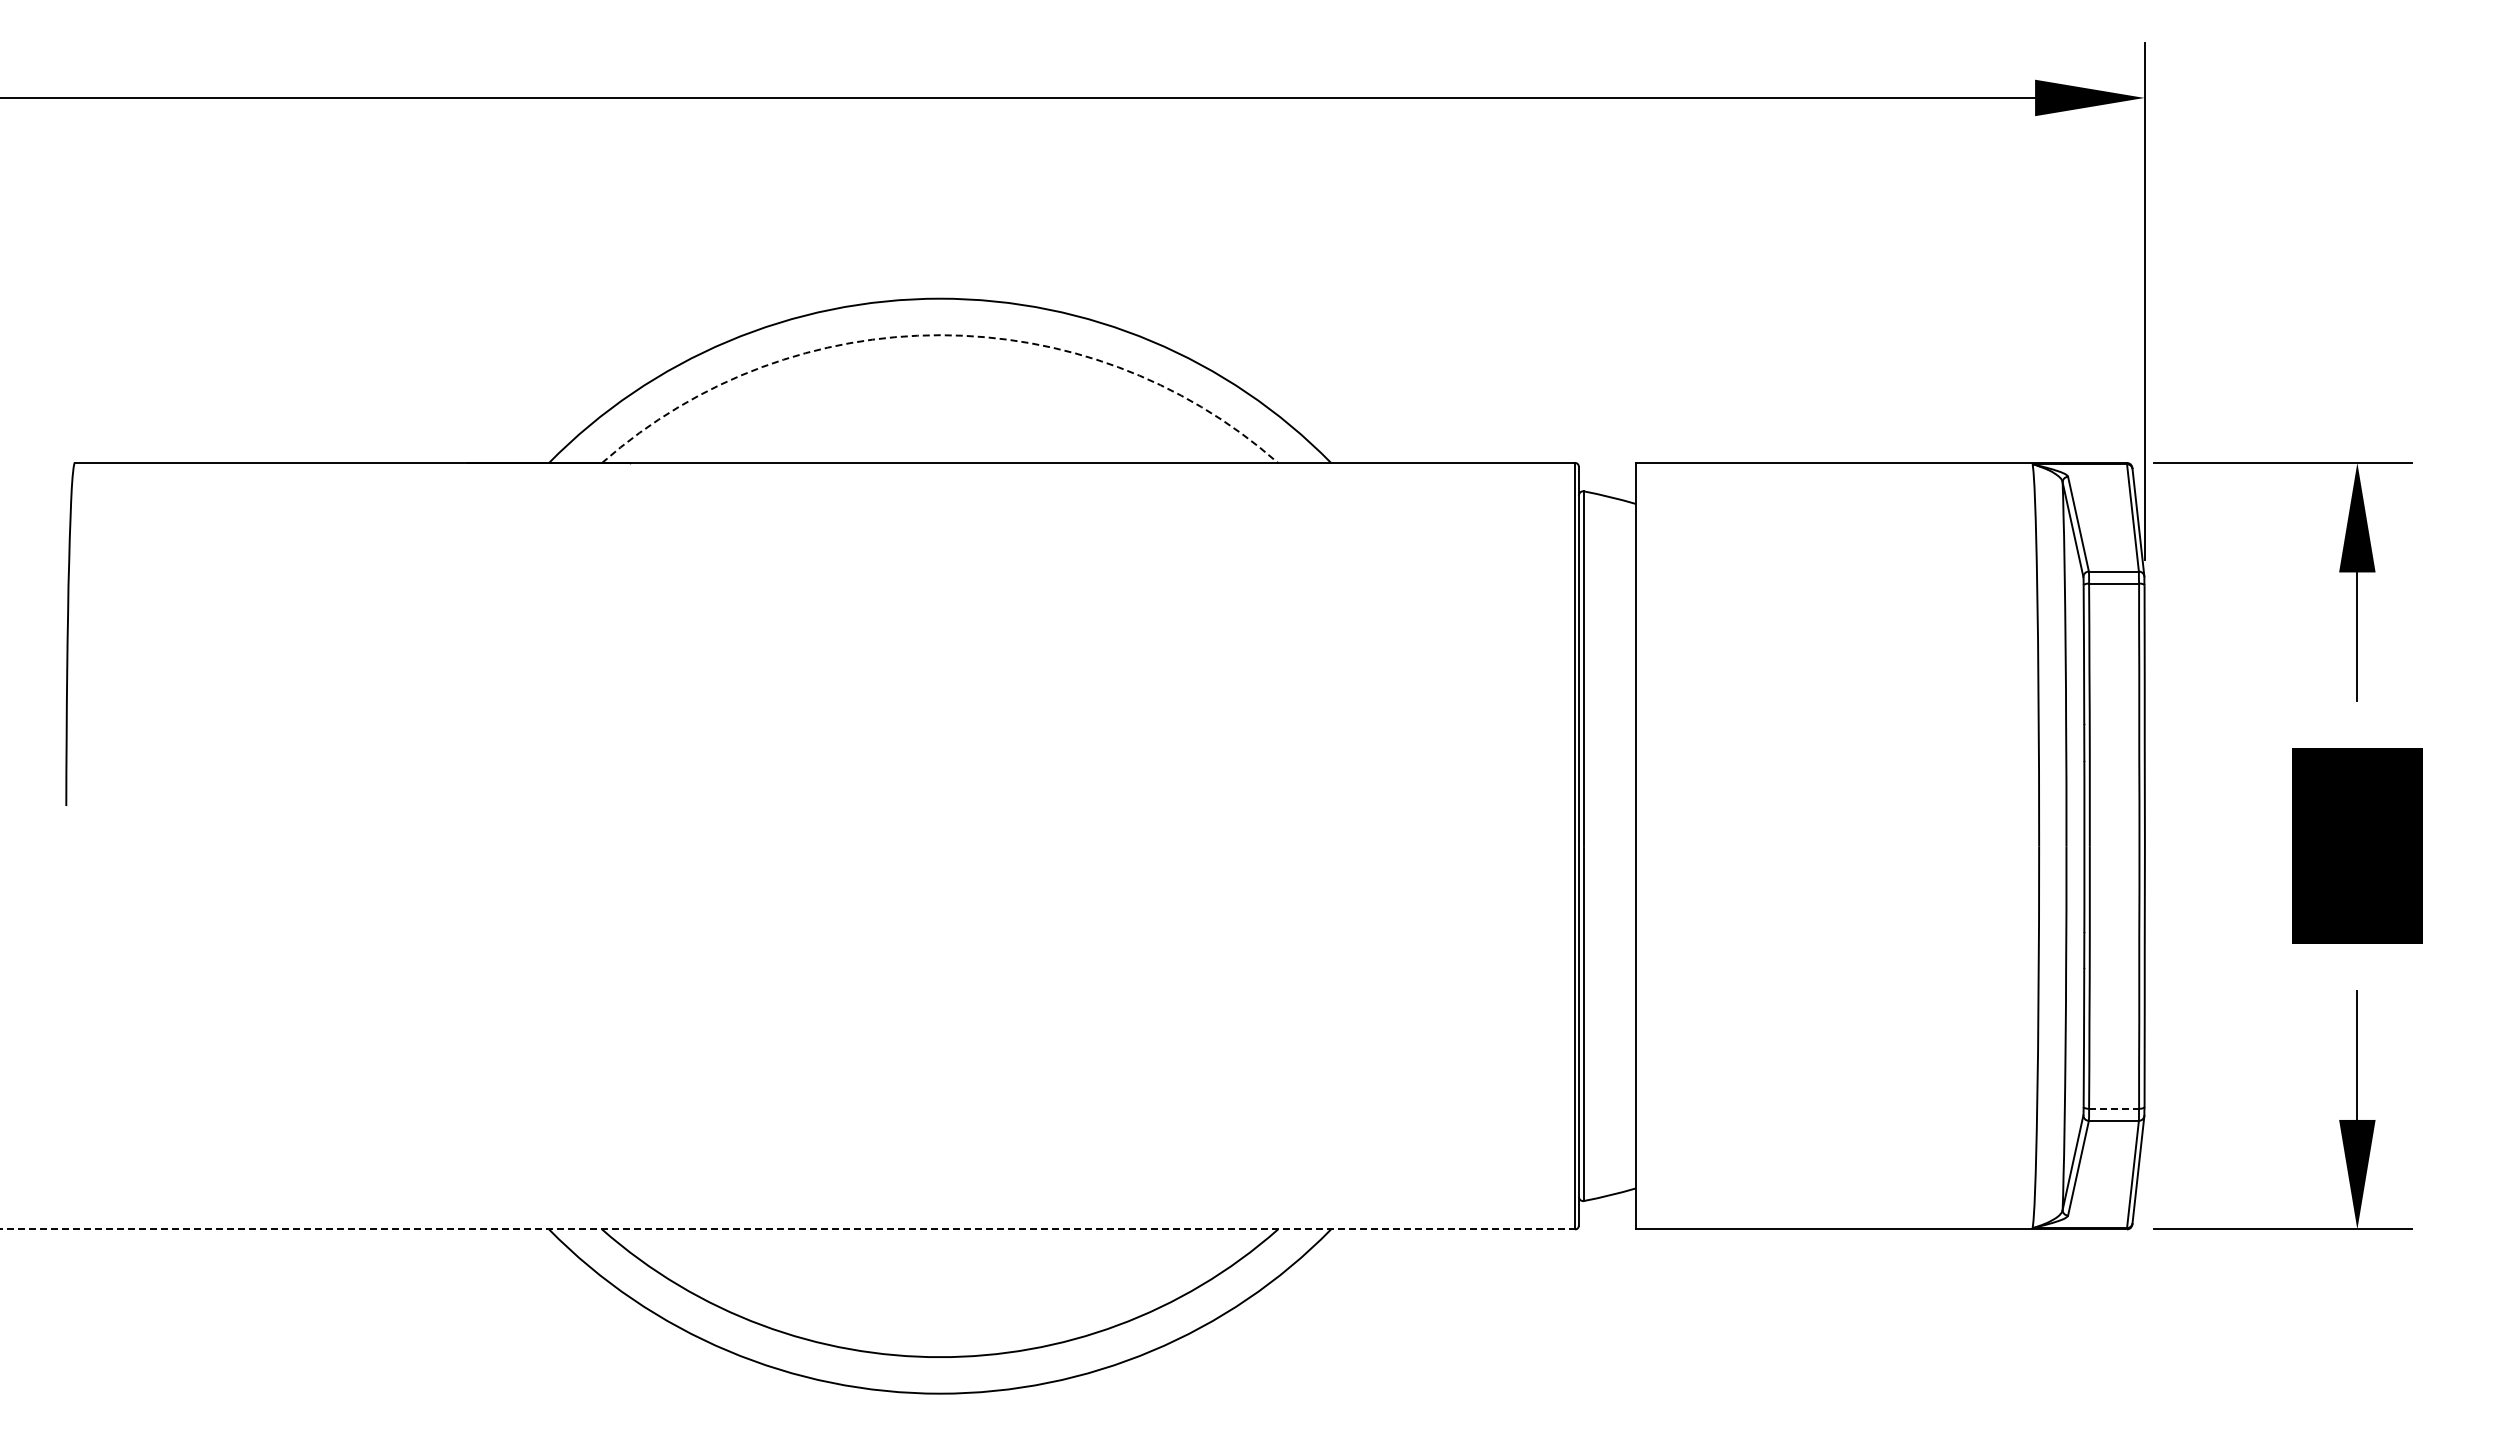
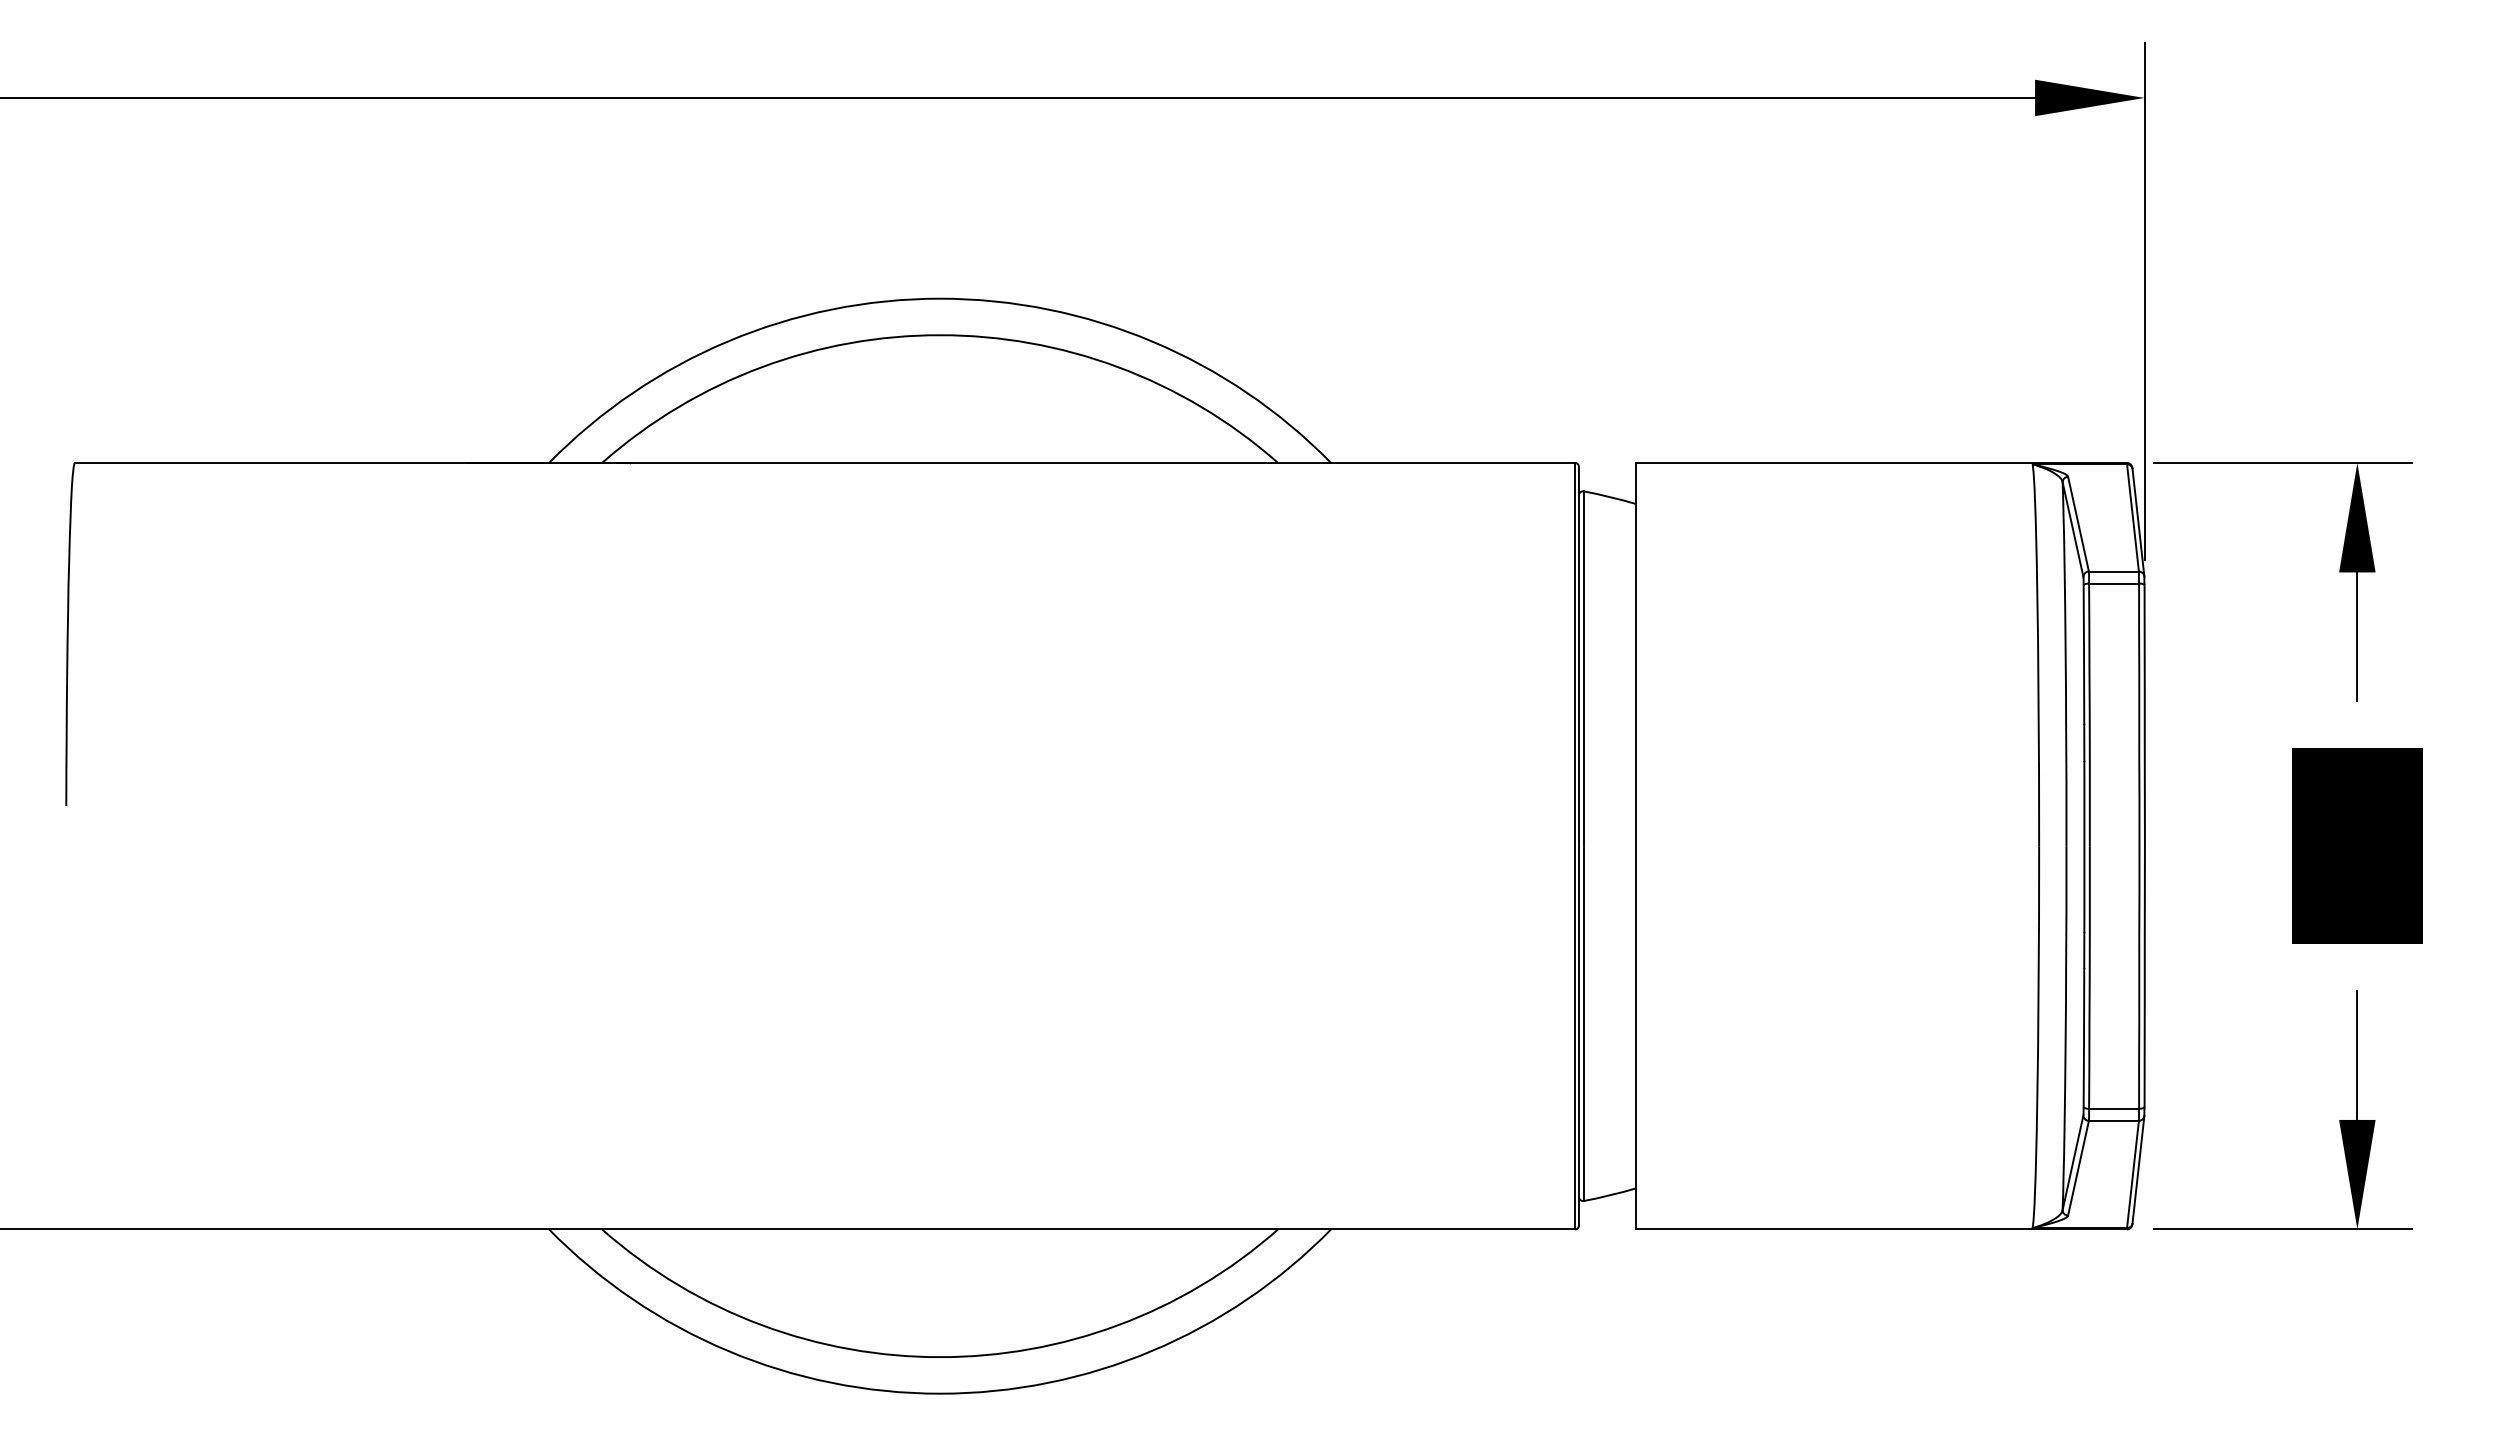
arc at (940, 335): dashed -> solid
line at (2114, 1108): dashed -> solid
line at (788, 1229): dashed -> solid
